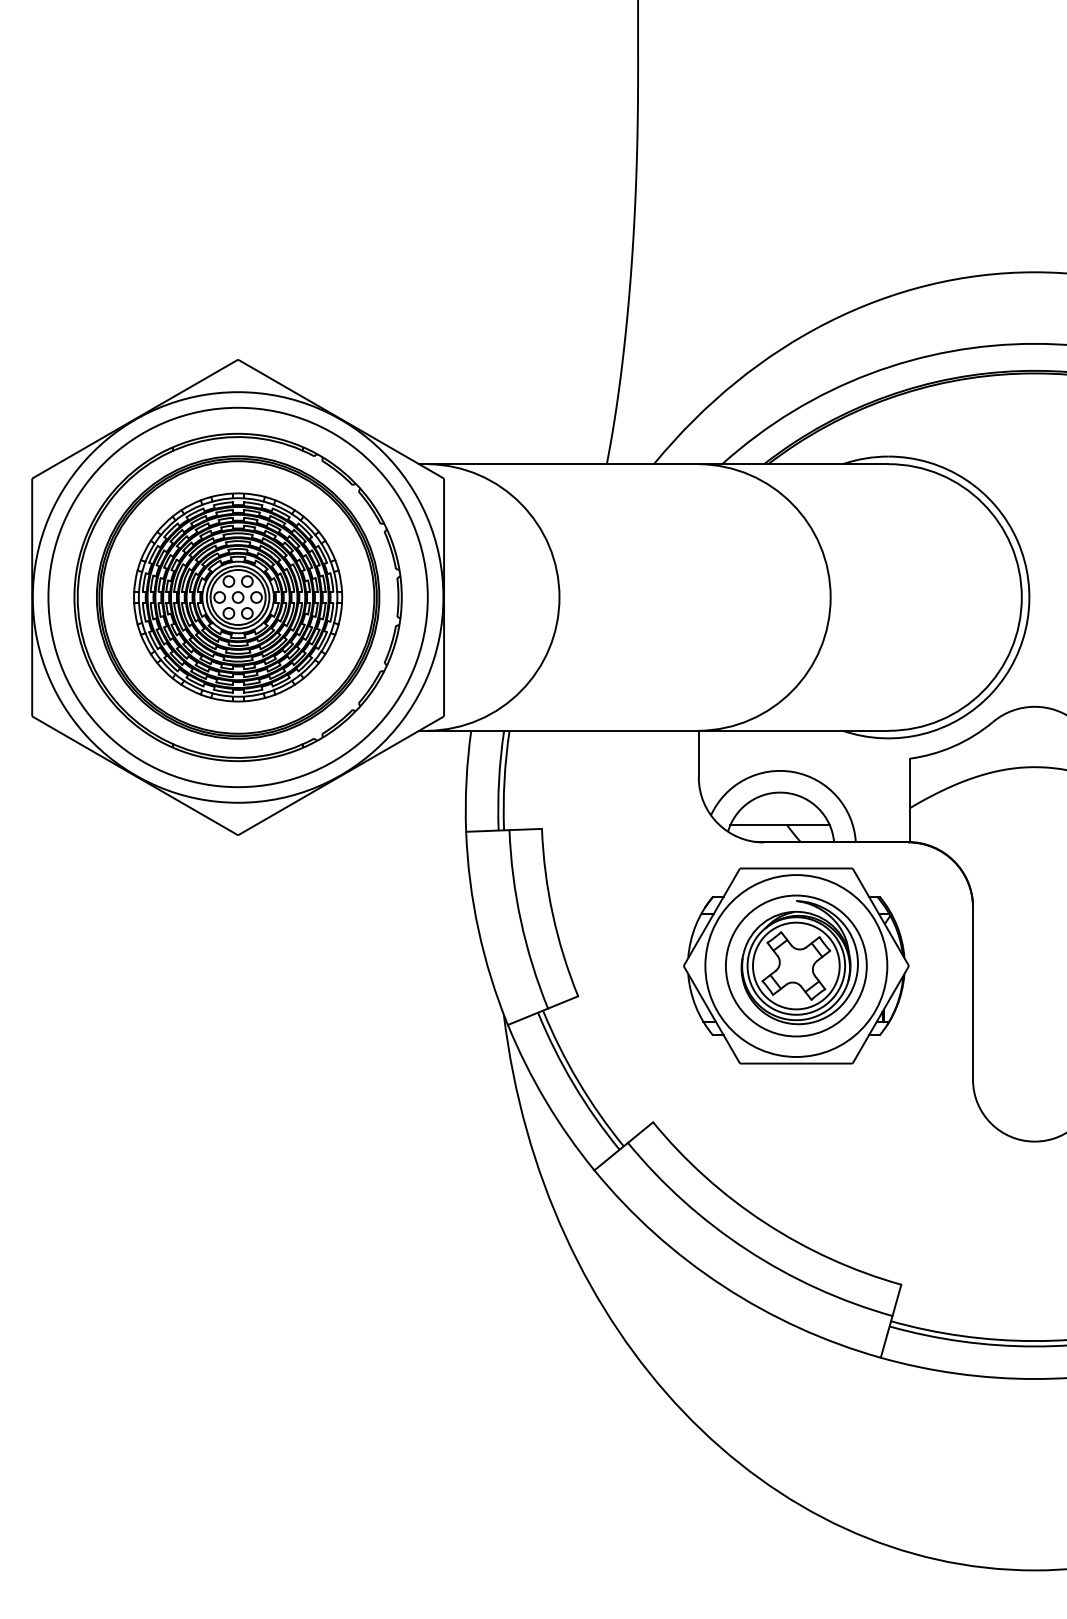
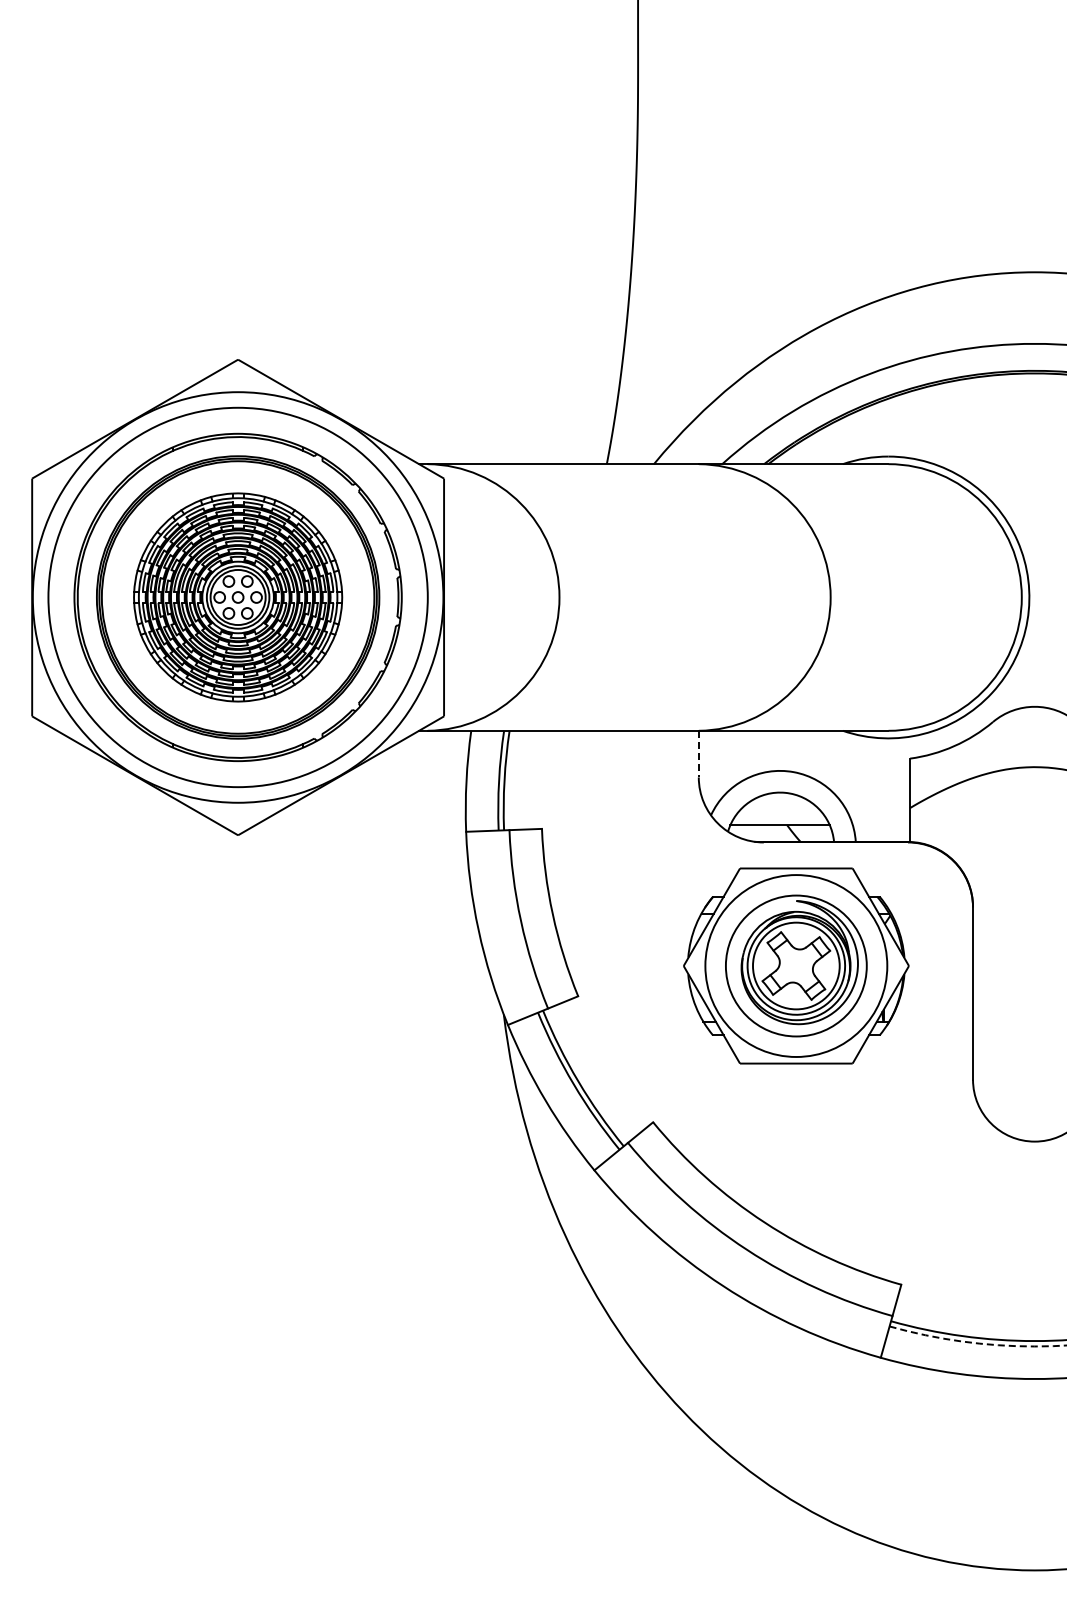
line at (698, 754): solid -> dashed
arc at (978, 1343): solid -> dashed
